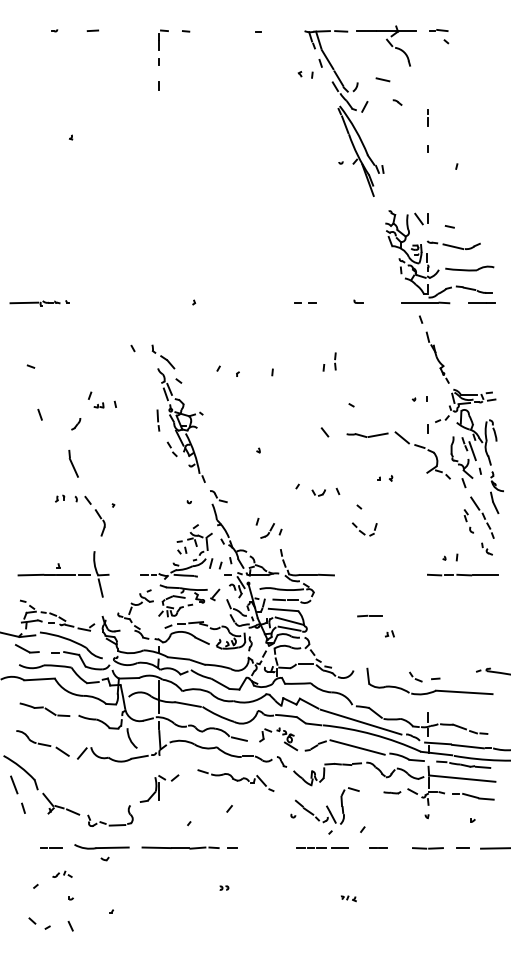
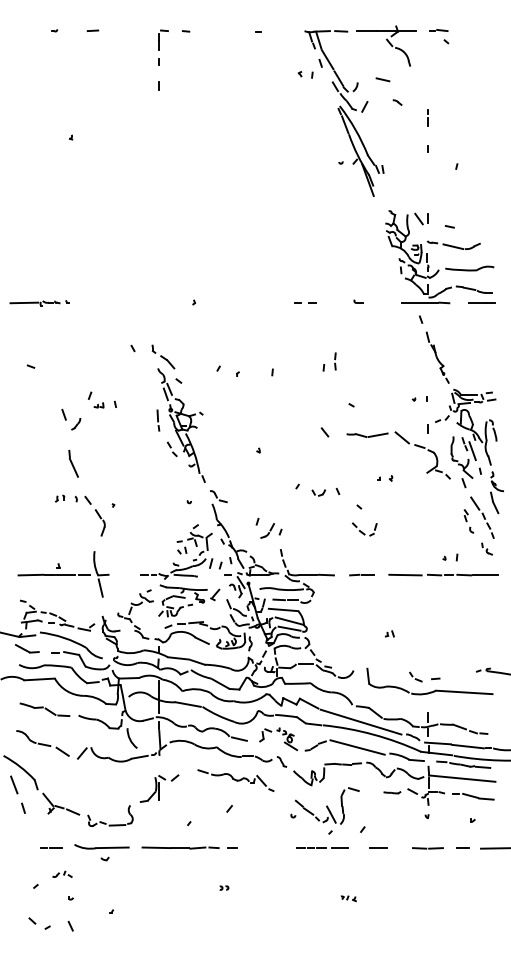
line at (39, 414) position: (39, 414) -> (63, 414)
line at (405, 574): none -> present
part at (369, 615) position: (369, 615) -> (361, 574)
